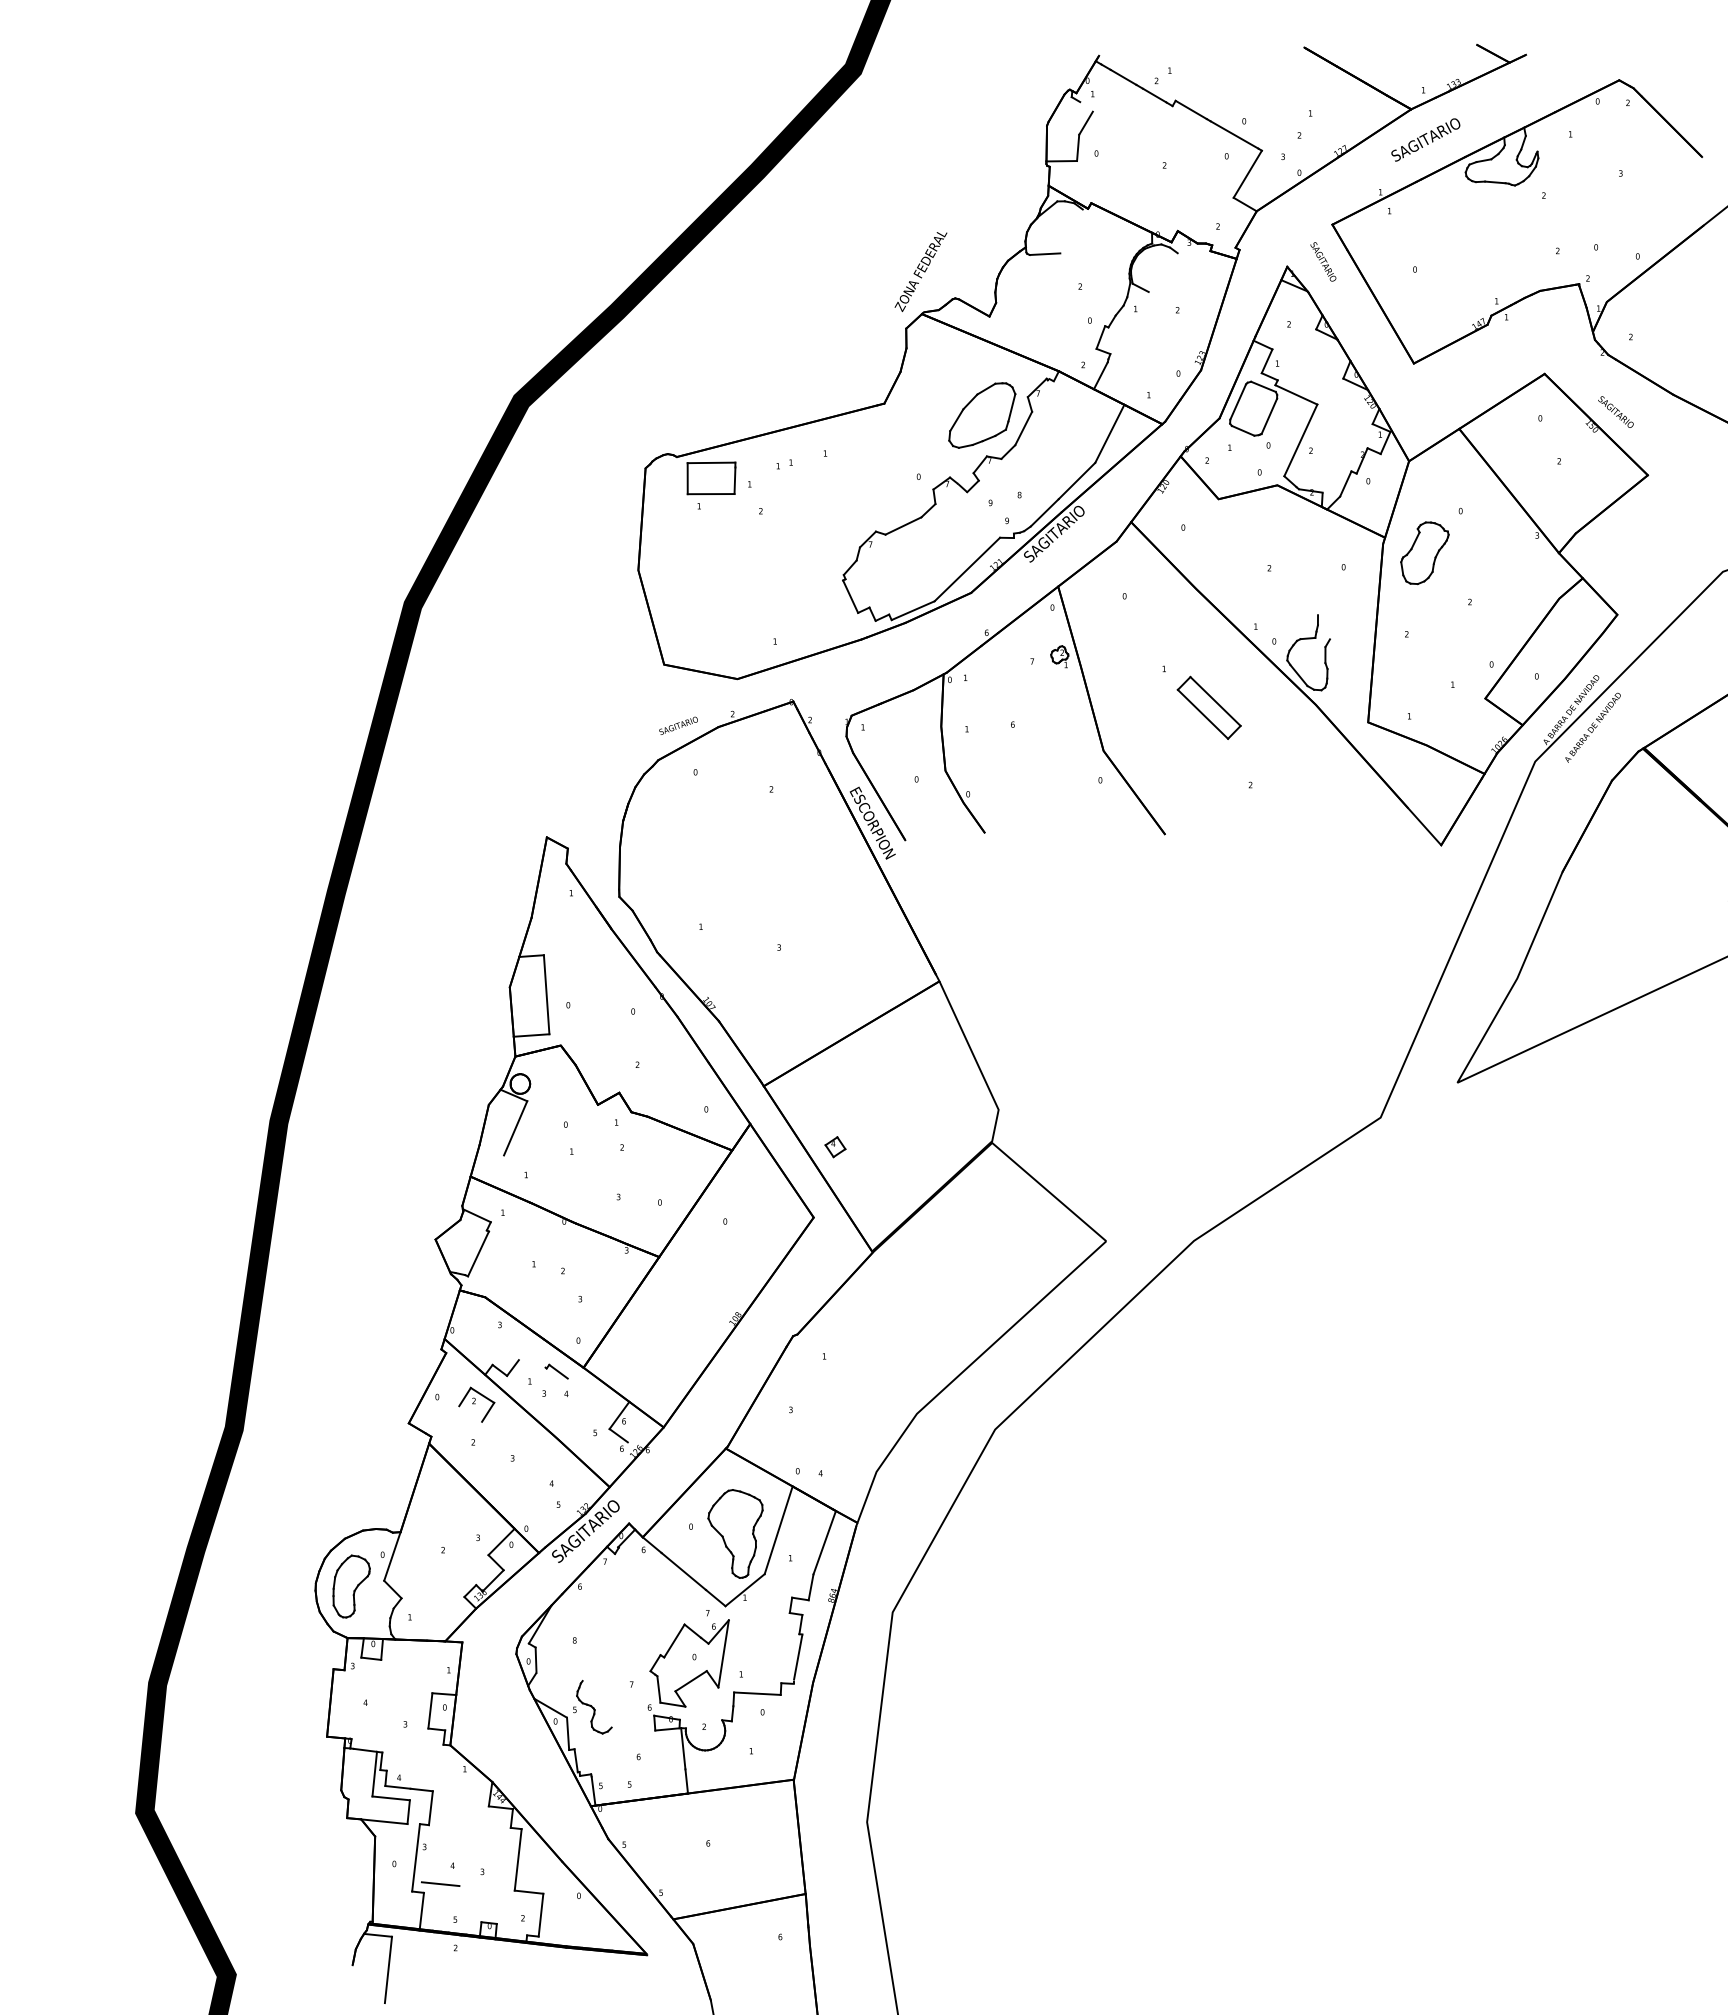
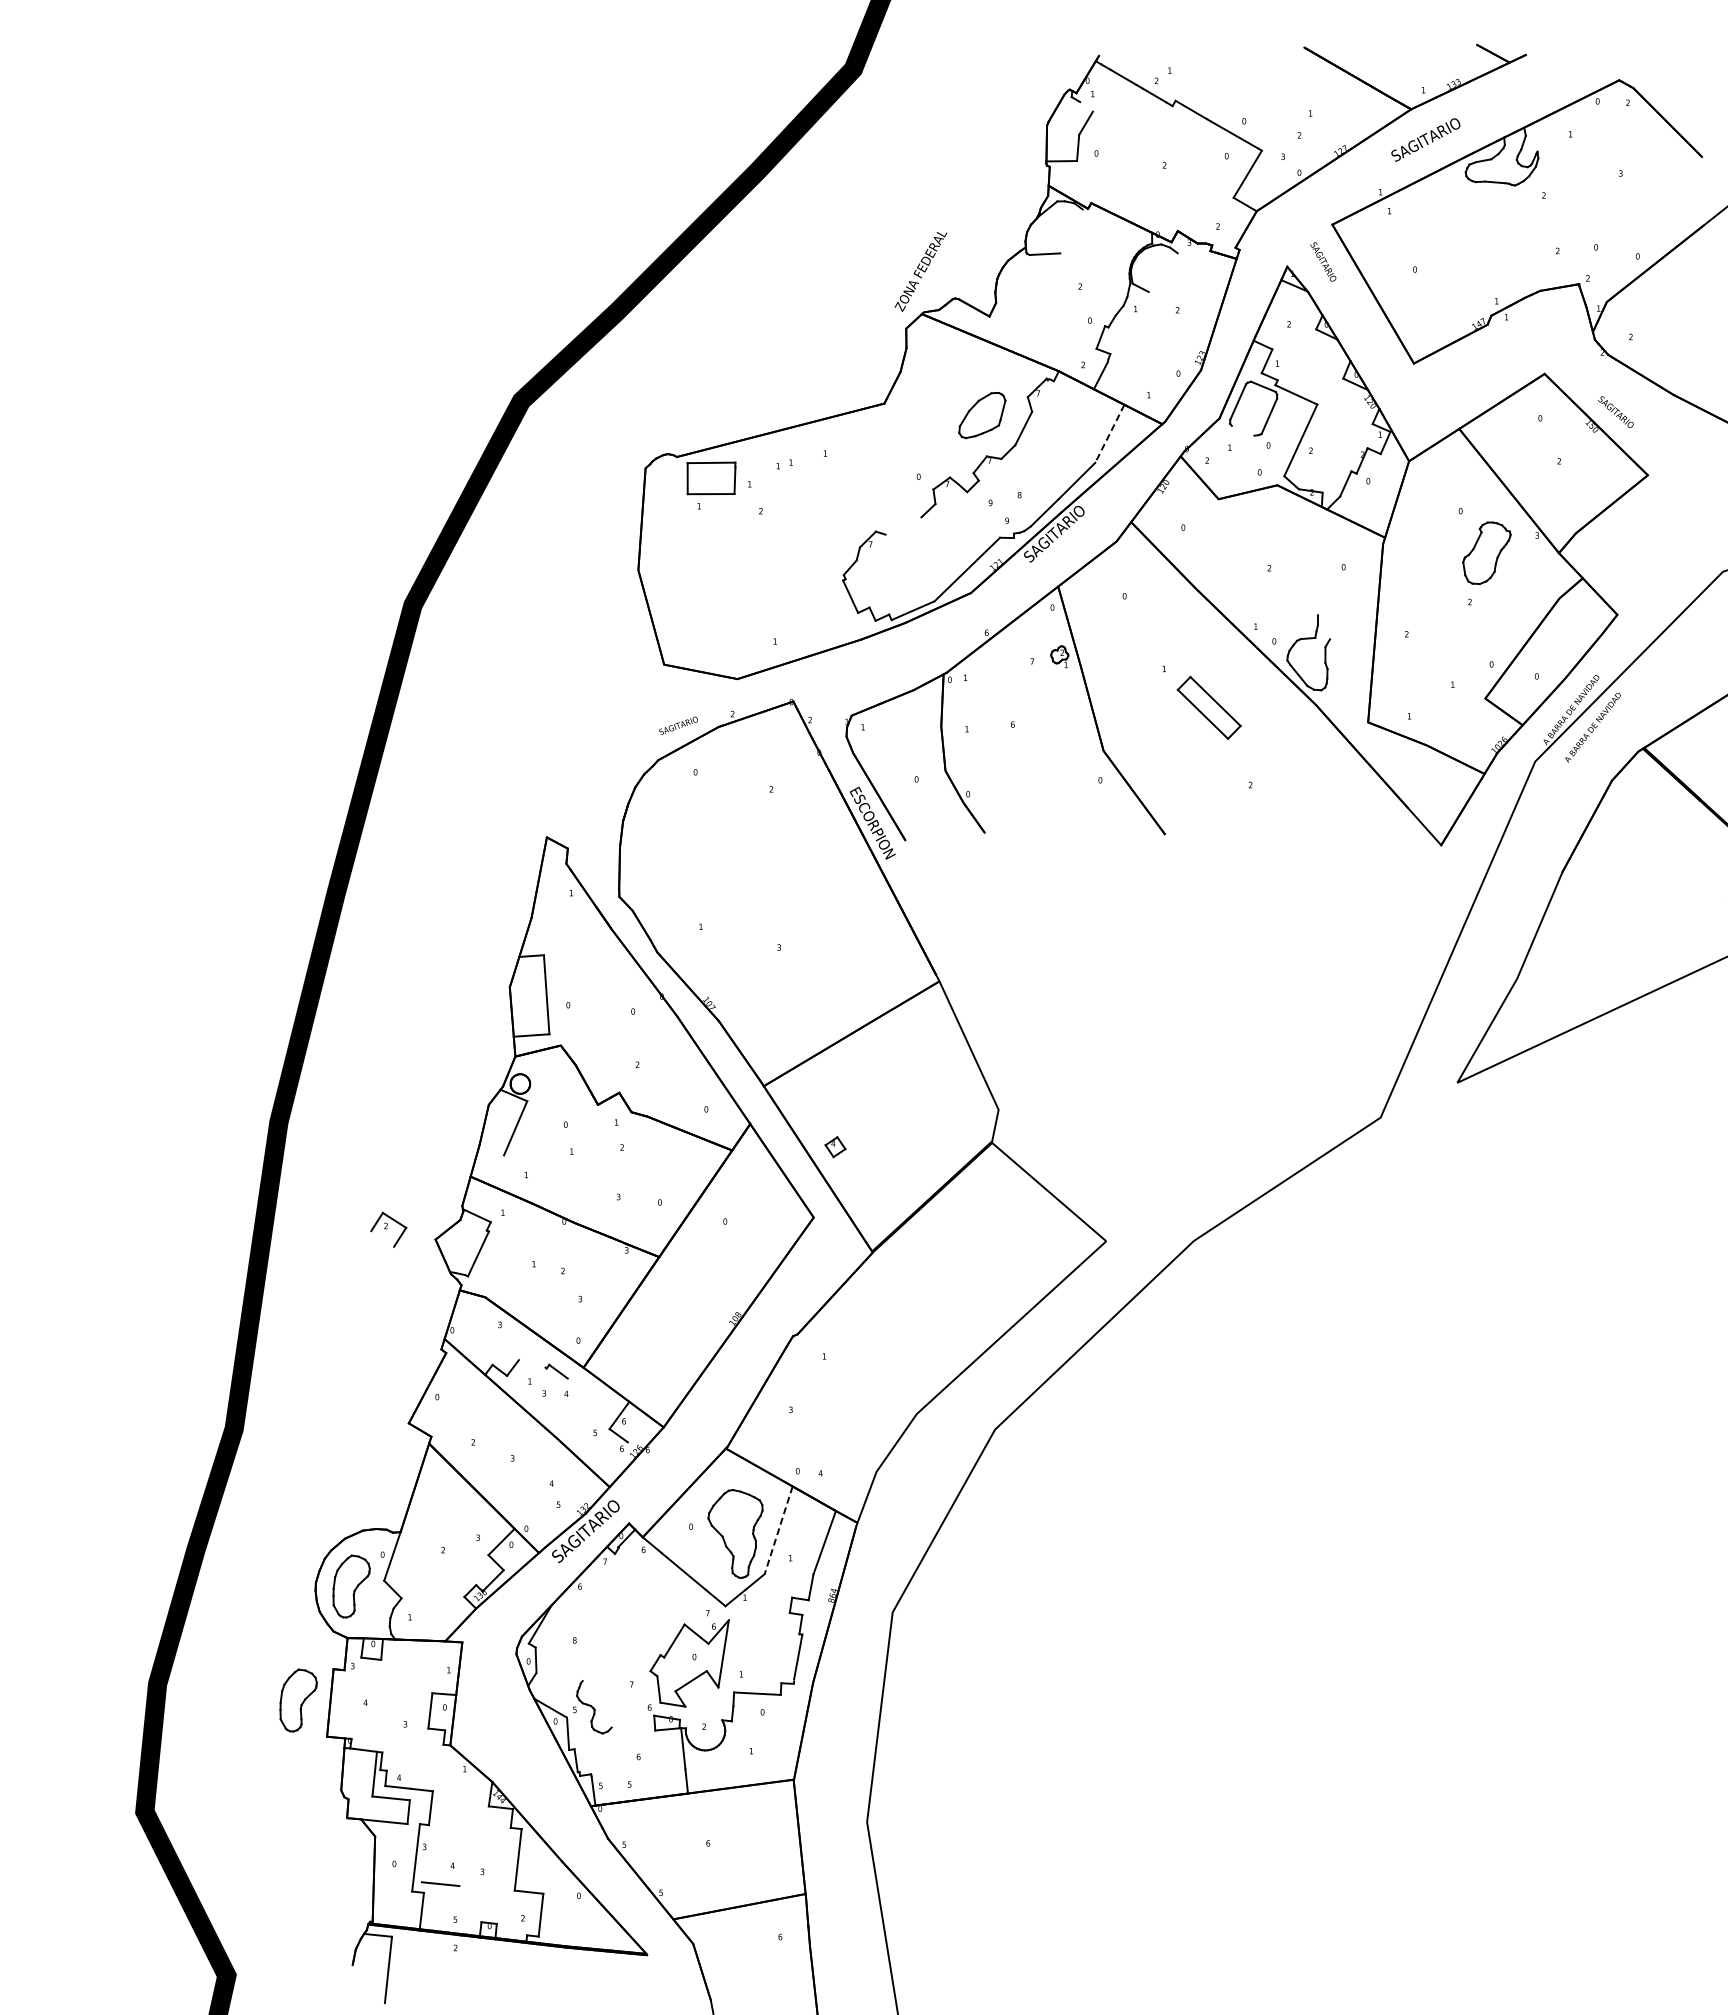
part at (982, 415) size: 69x67 px -> 49x48 px
line at (1242, 430): present -> none
line at (1109, 434): solid -> dashed
line at (903, 525): present -> none
part at (1424, 553) position: (1424, 553) -> (1486, 553)
part at (476, 1404) position: (476, 1404) -> (388, 1229)
line at (778, 1530): solid -> dashed
part at (298, 1700): none -> present
